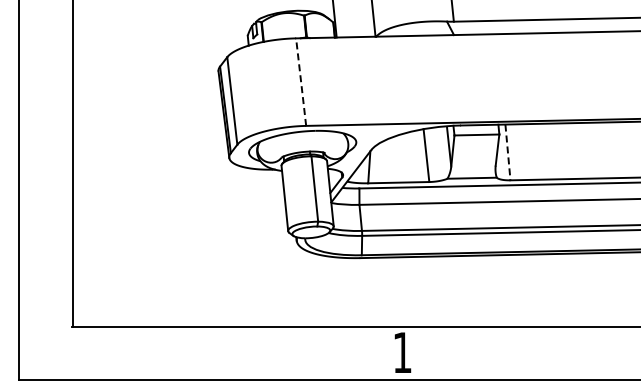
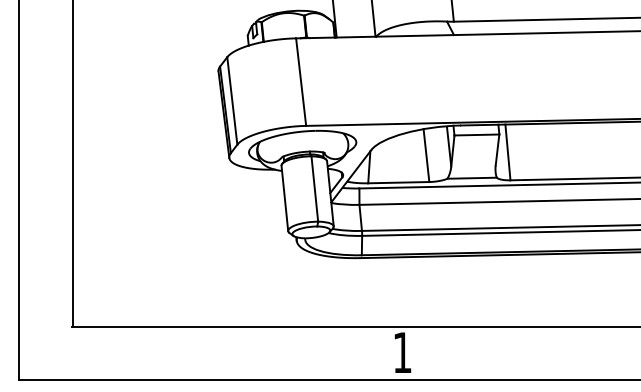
line at (301, 81): dashed -> solid
line at (507, 152): dashed -> solid
